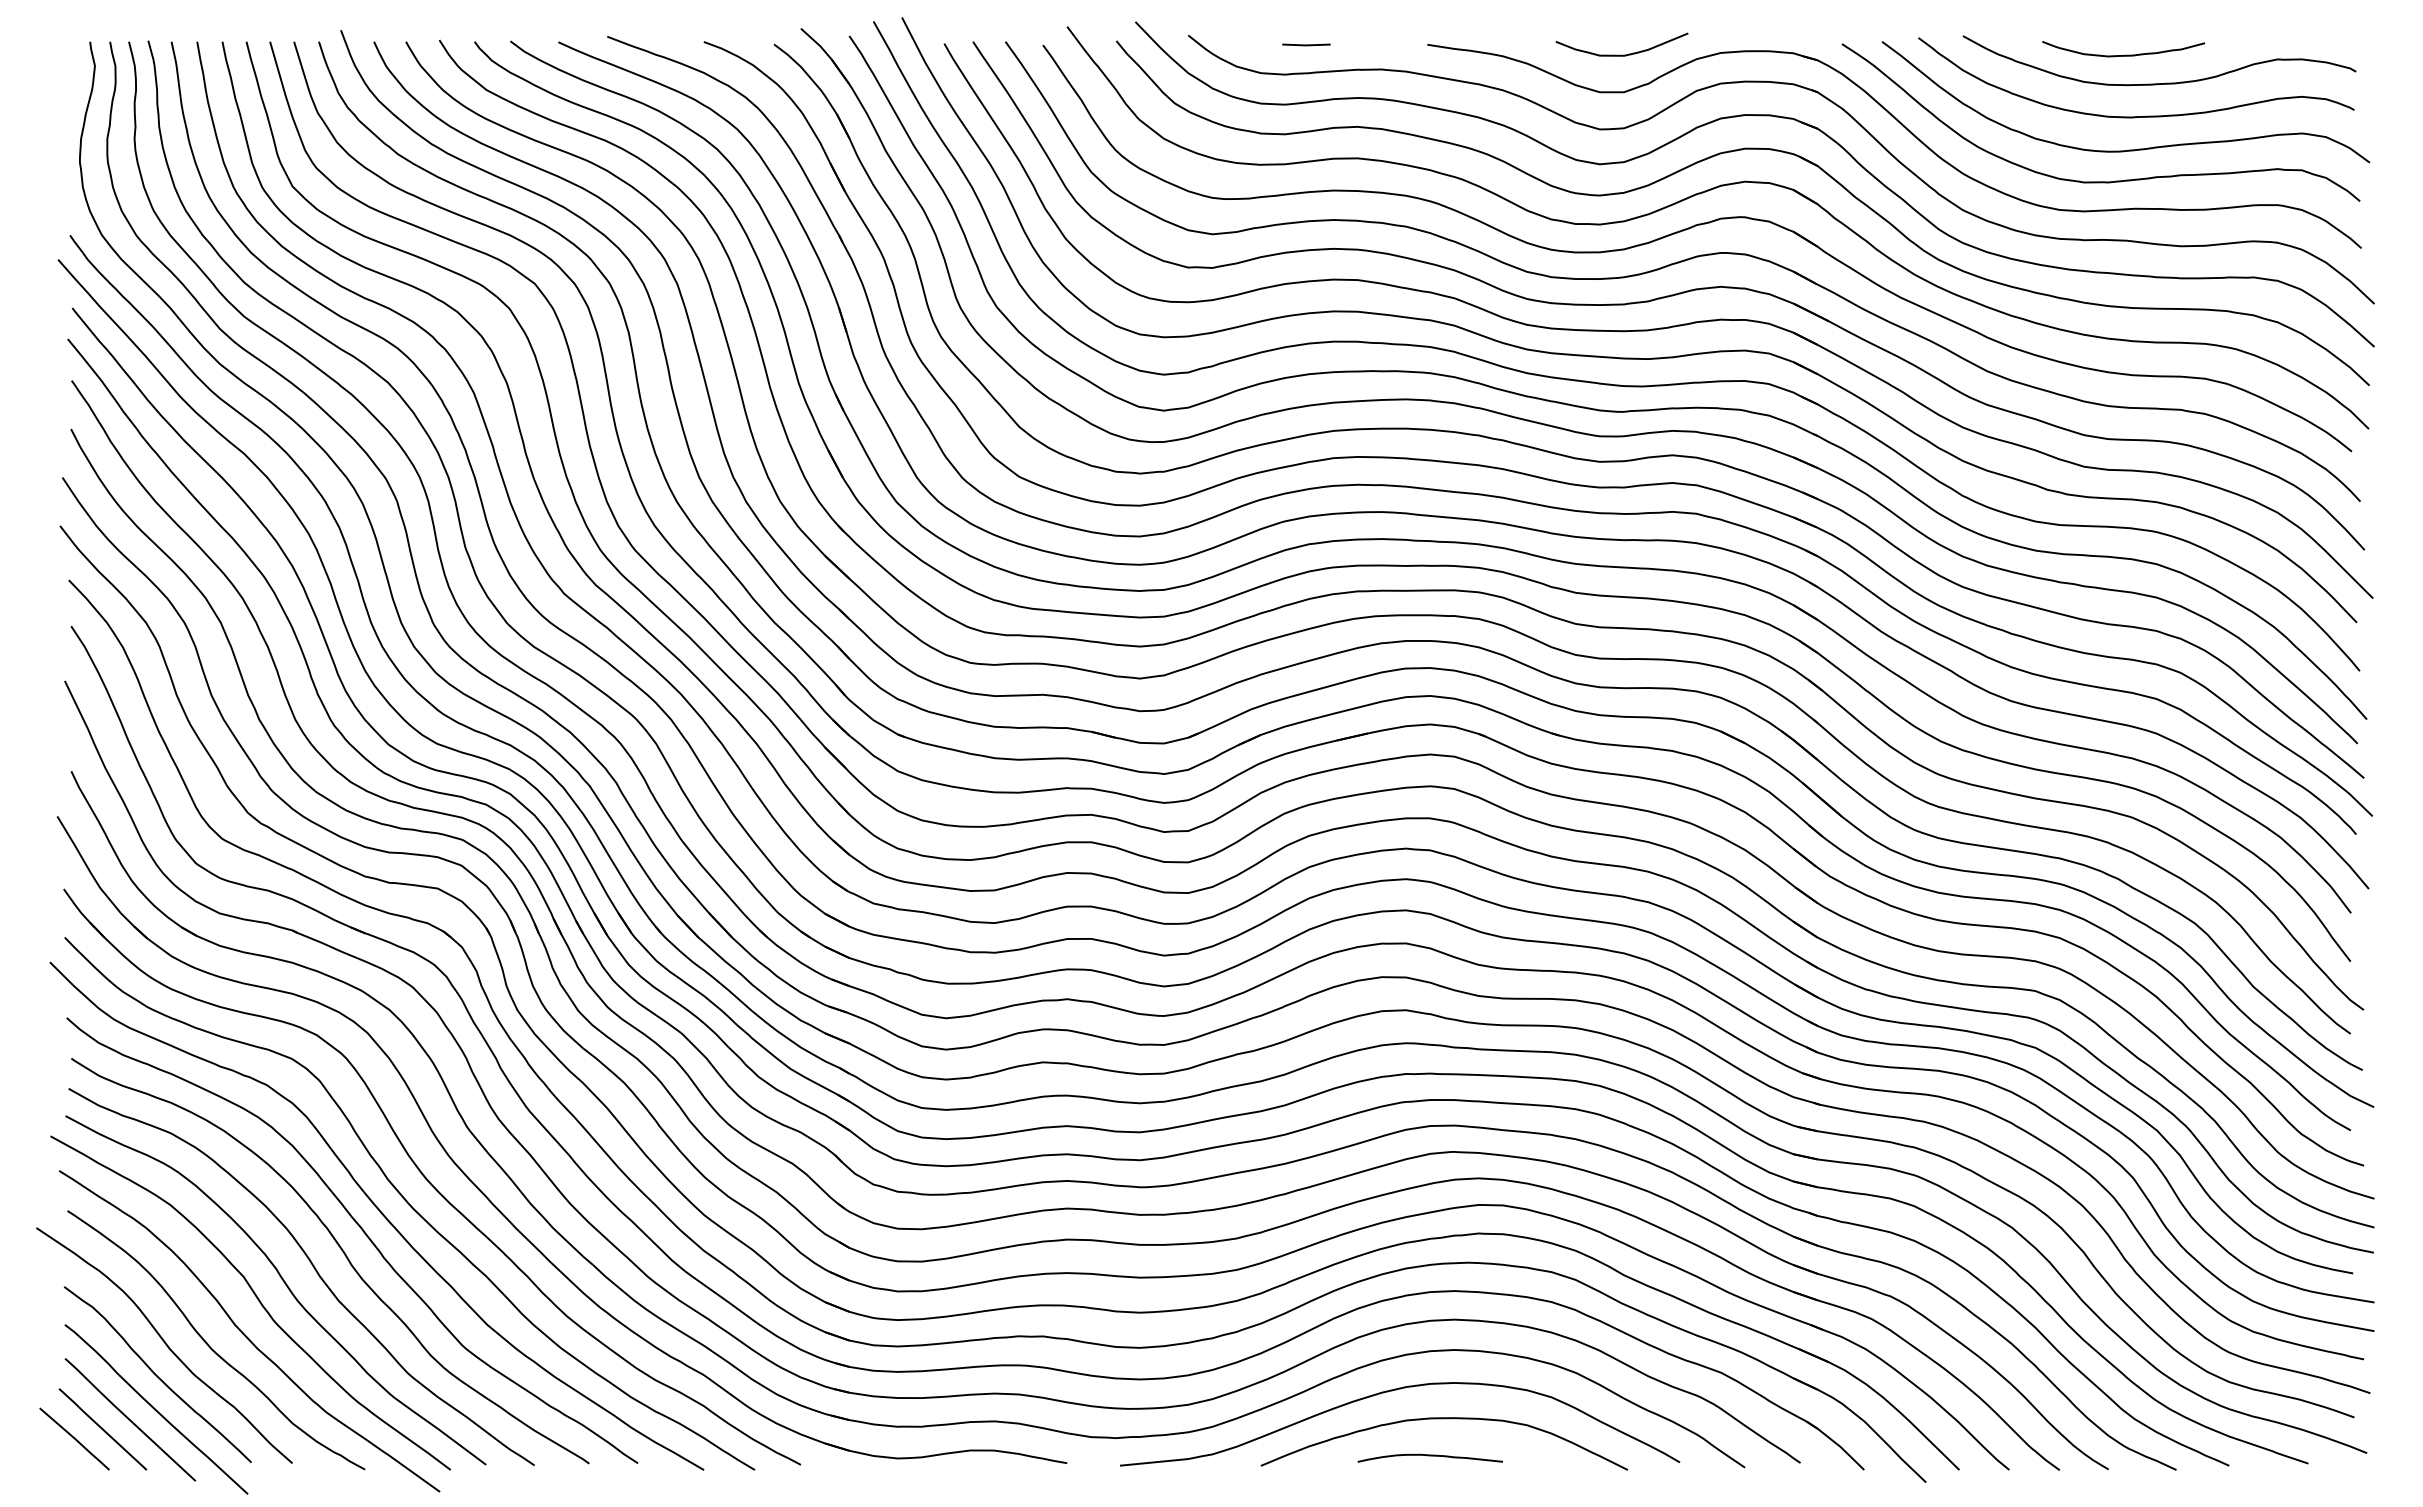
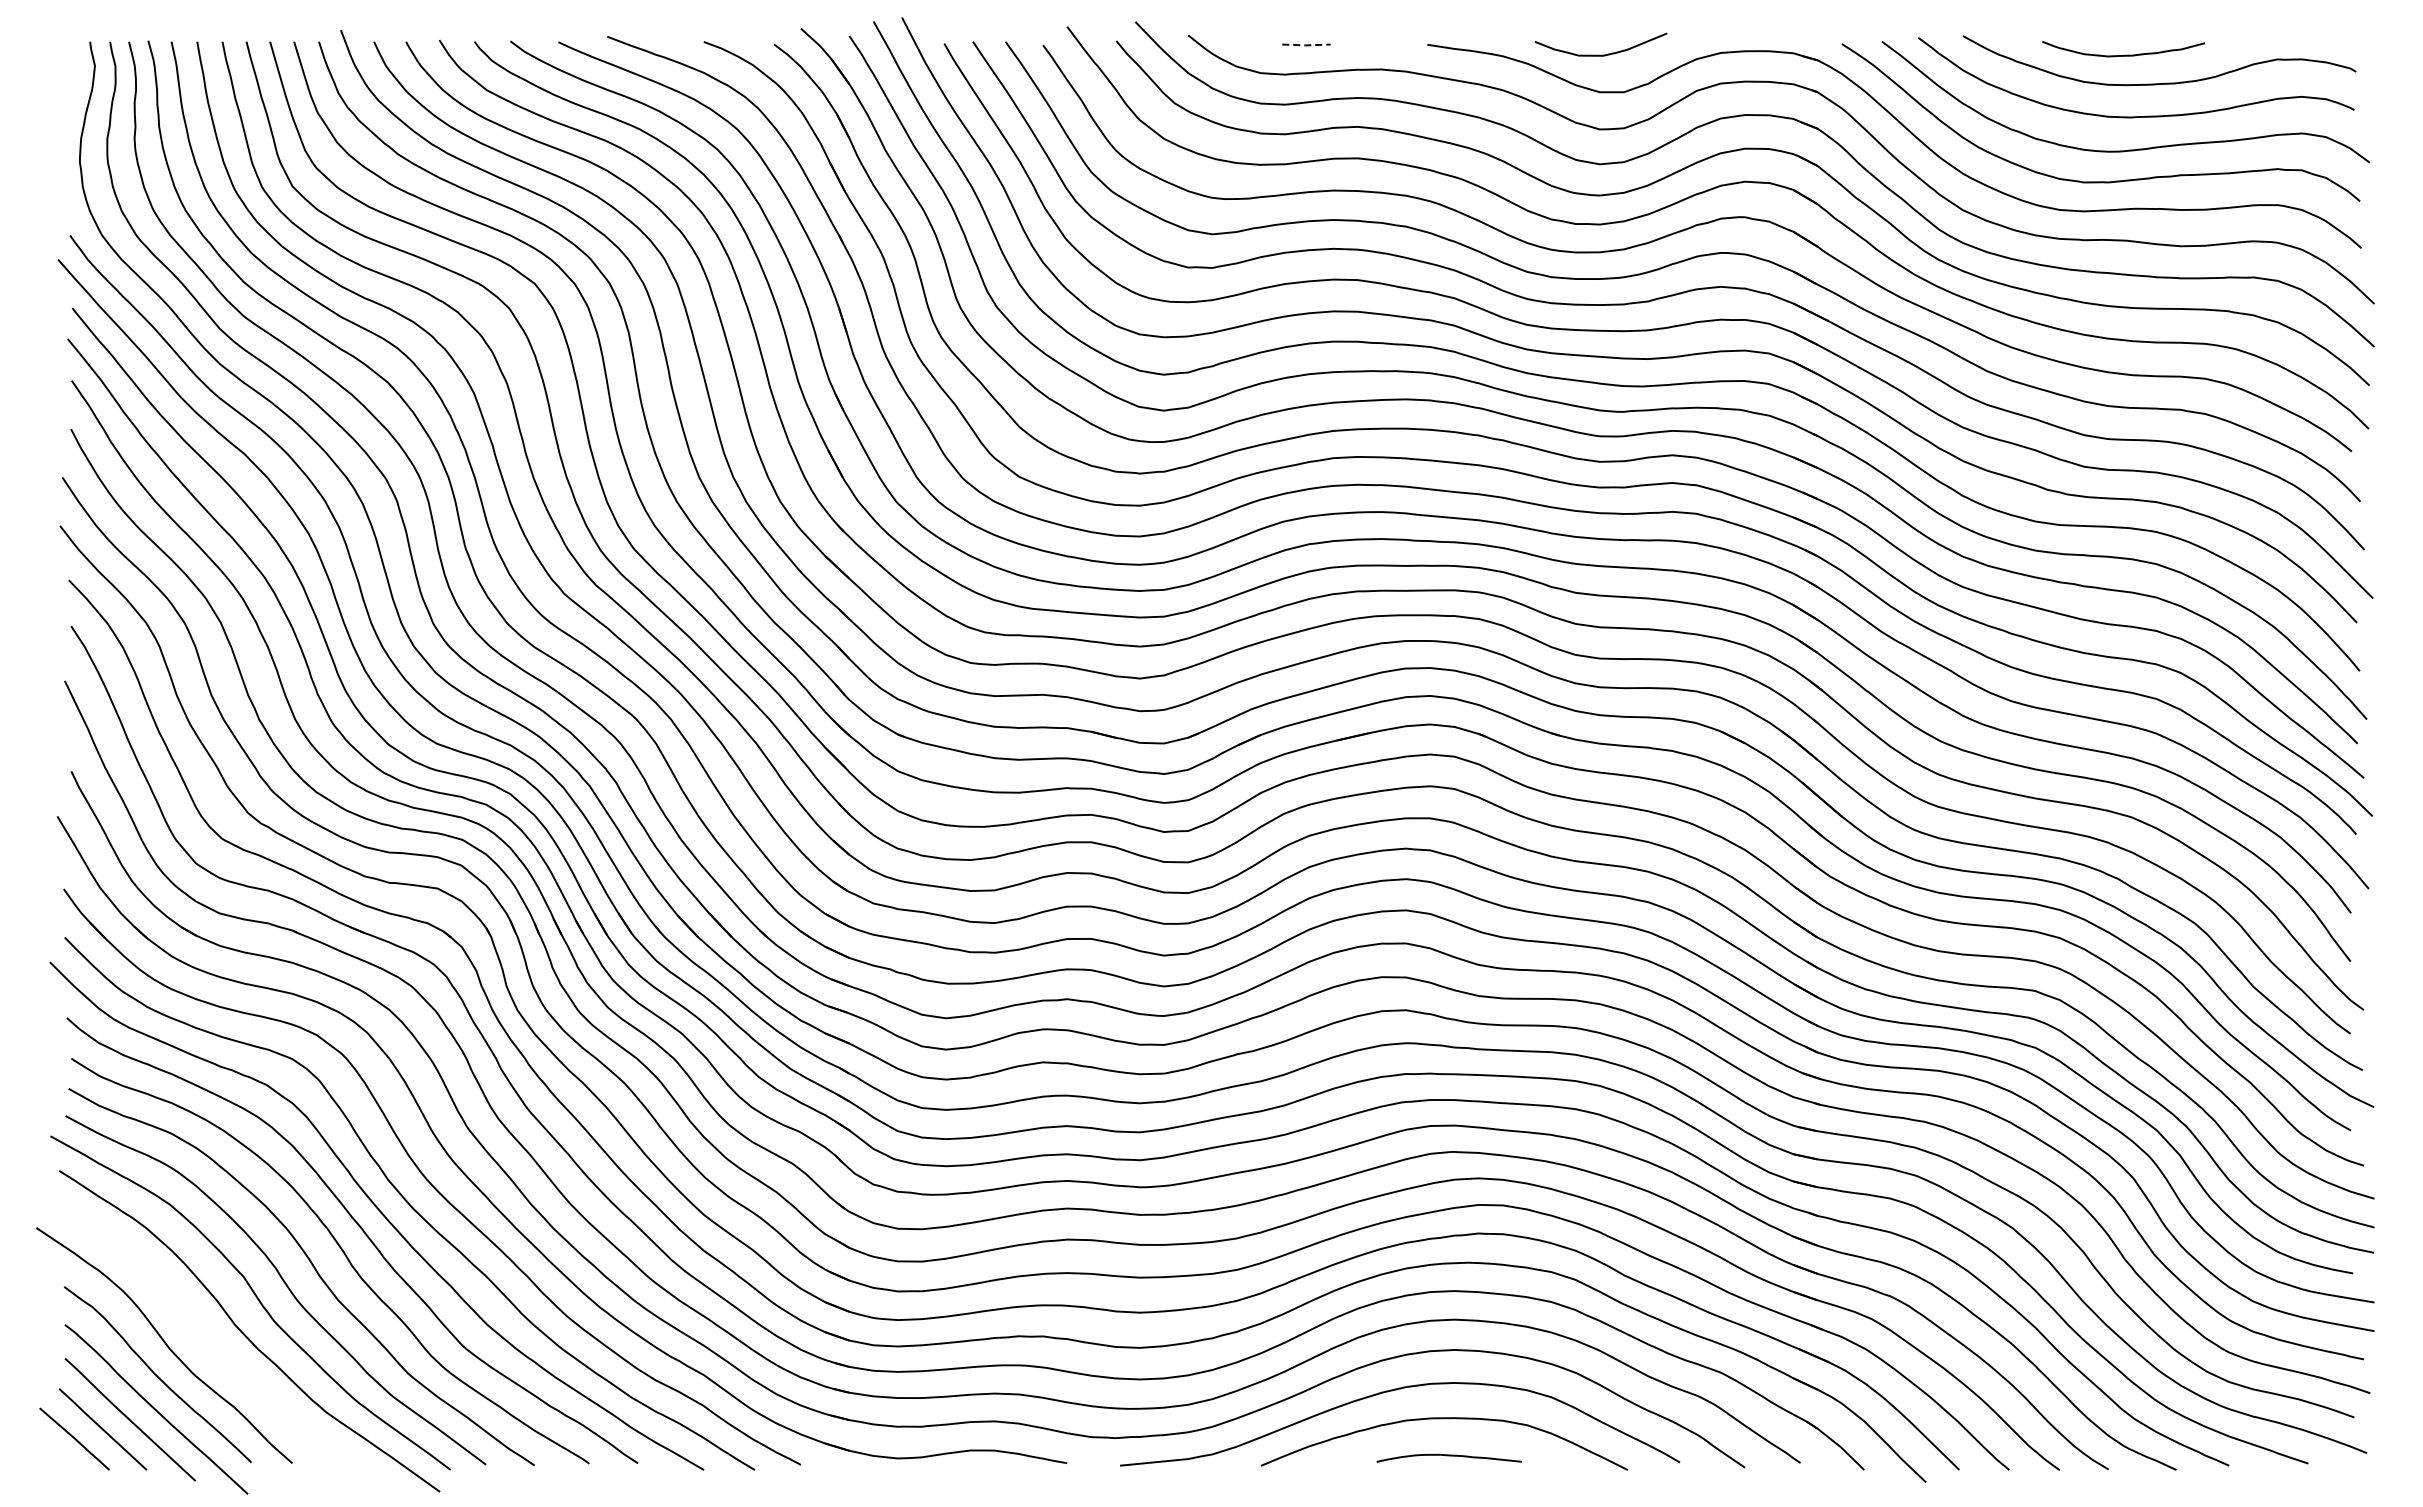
line at (1306, 45): solid -> dashed
curve at (1621, 54) position: (1621, 54) -> (1600, 54)
curve at (210, 1346): present -> none
curve at (1429, 1456) position: (1429, 1456) -> (1448, 1456)
